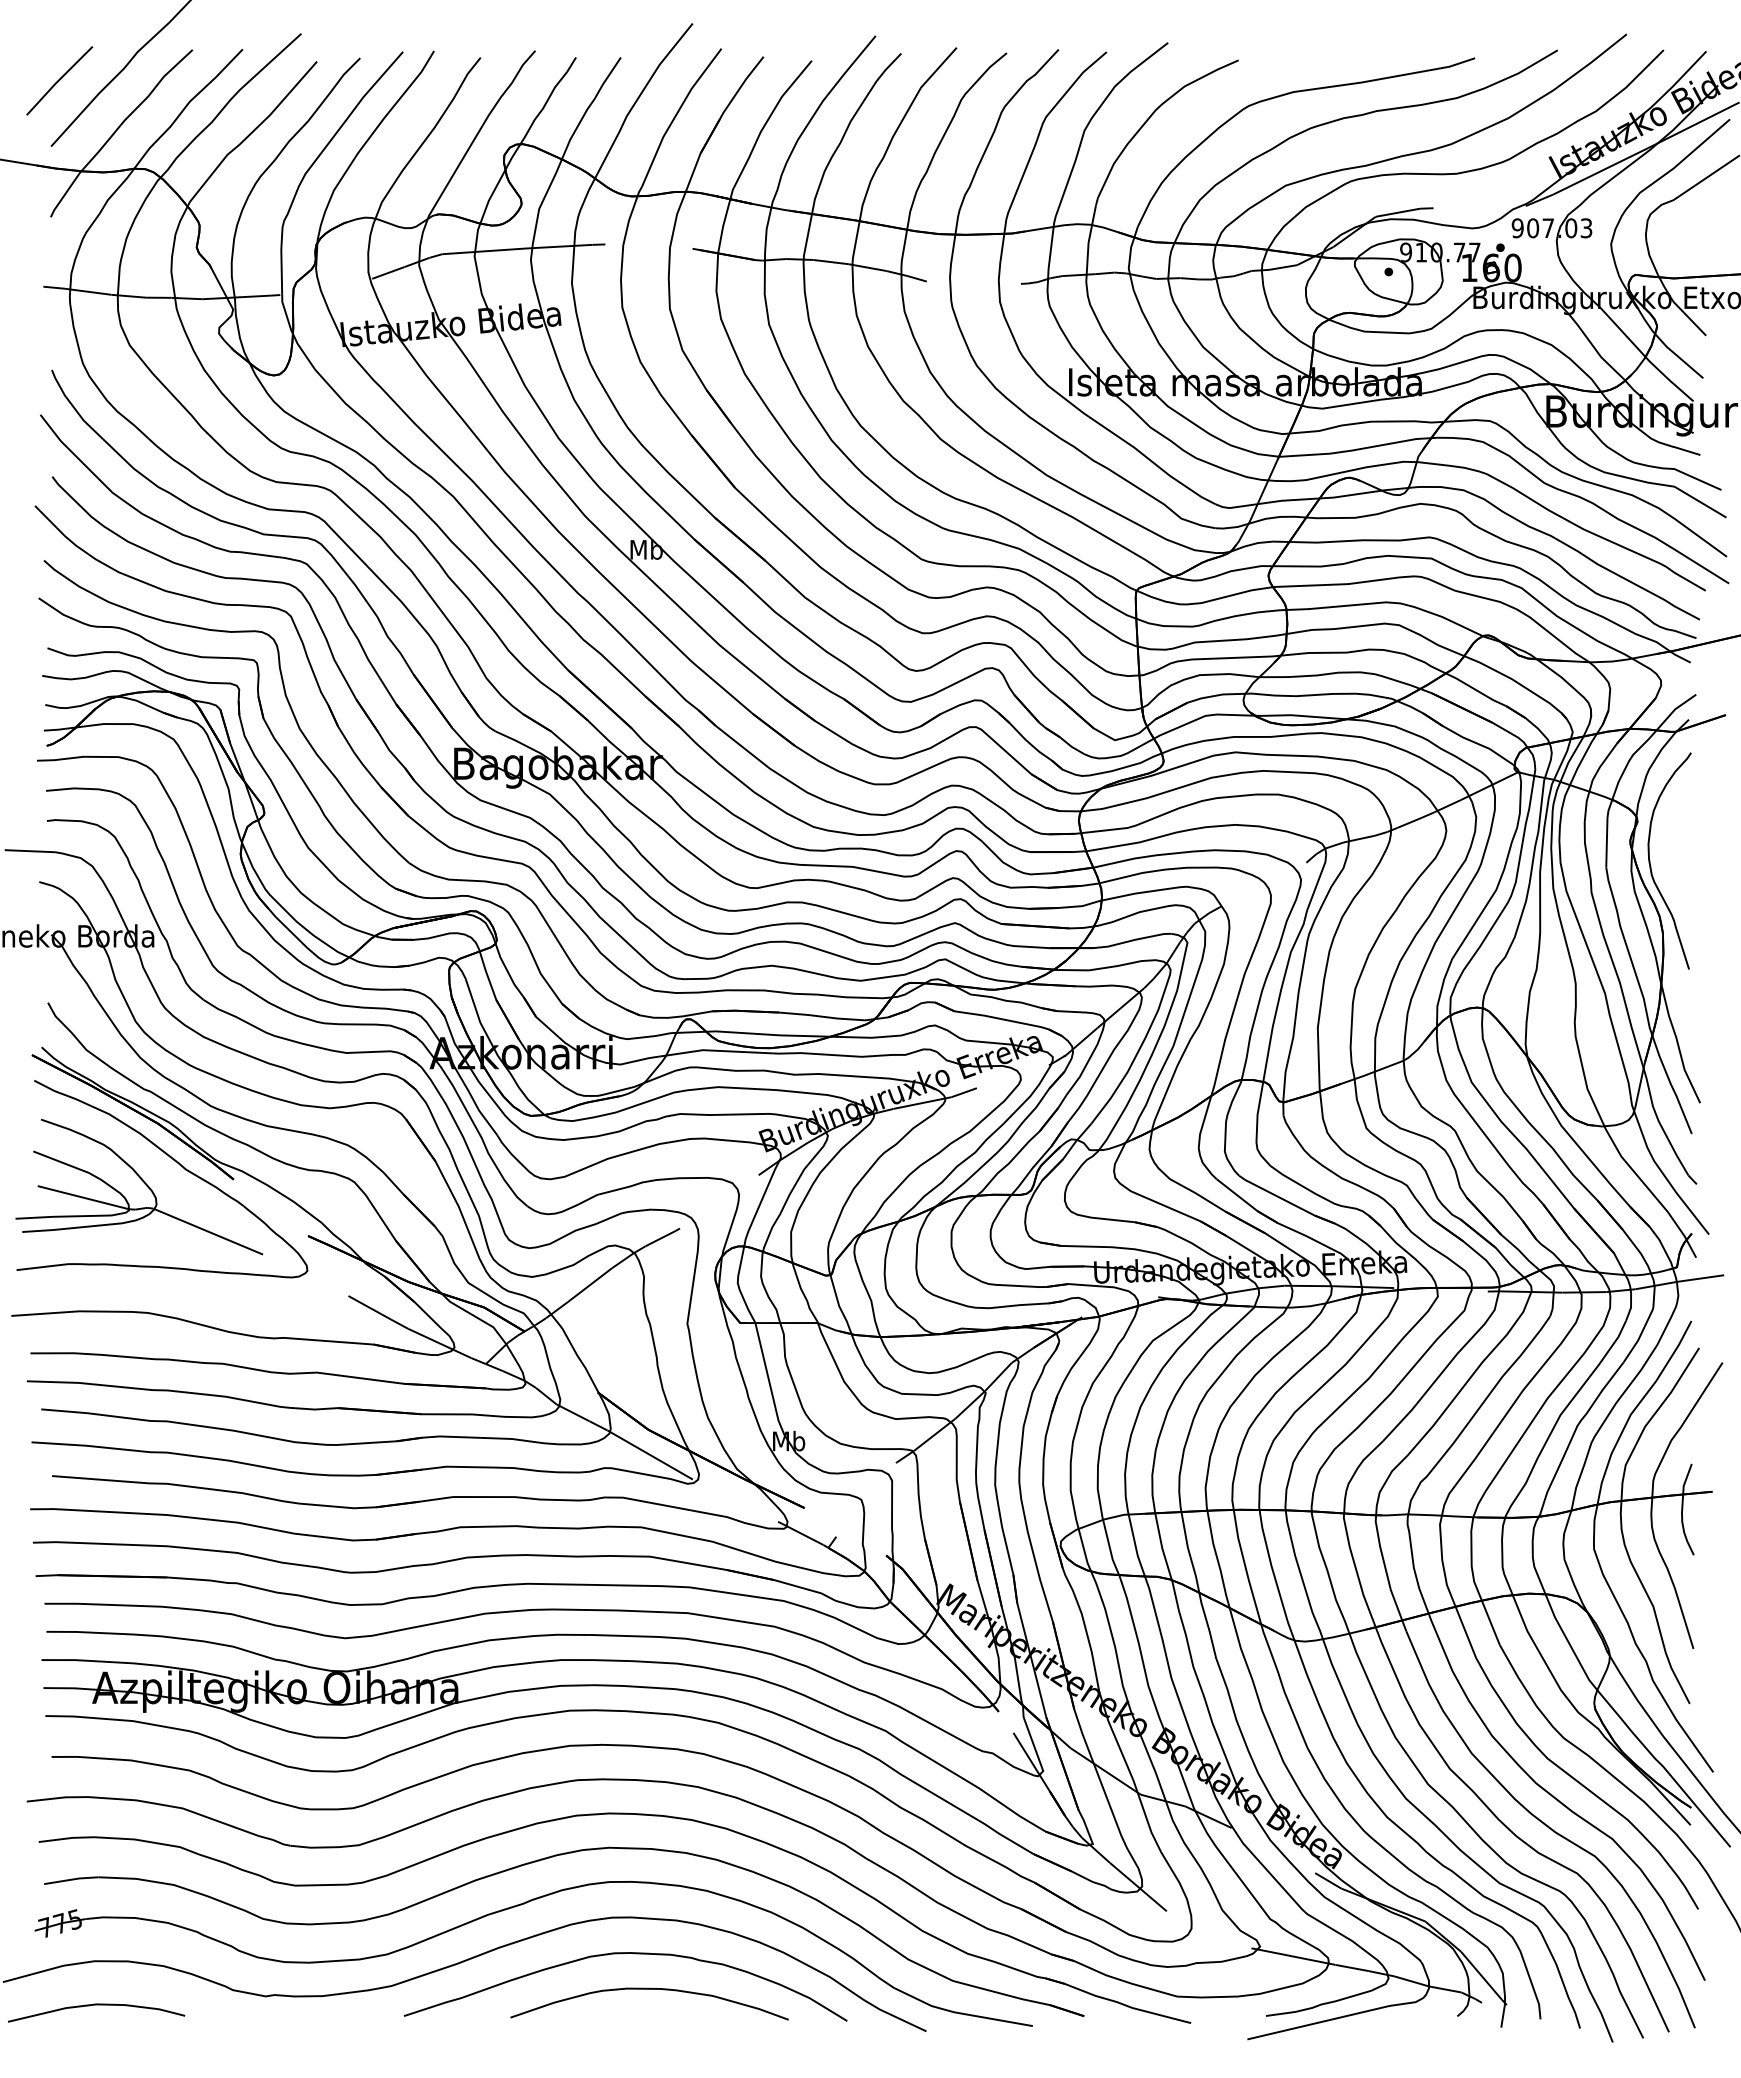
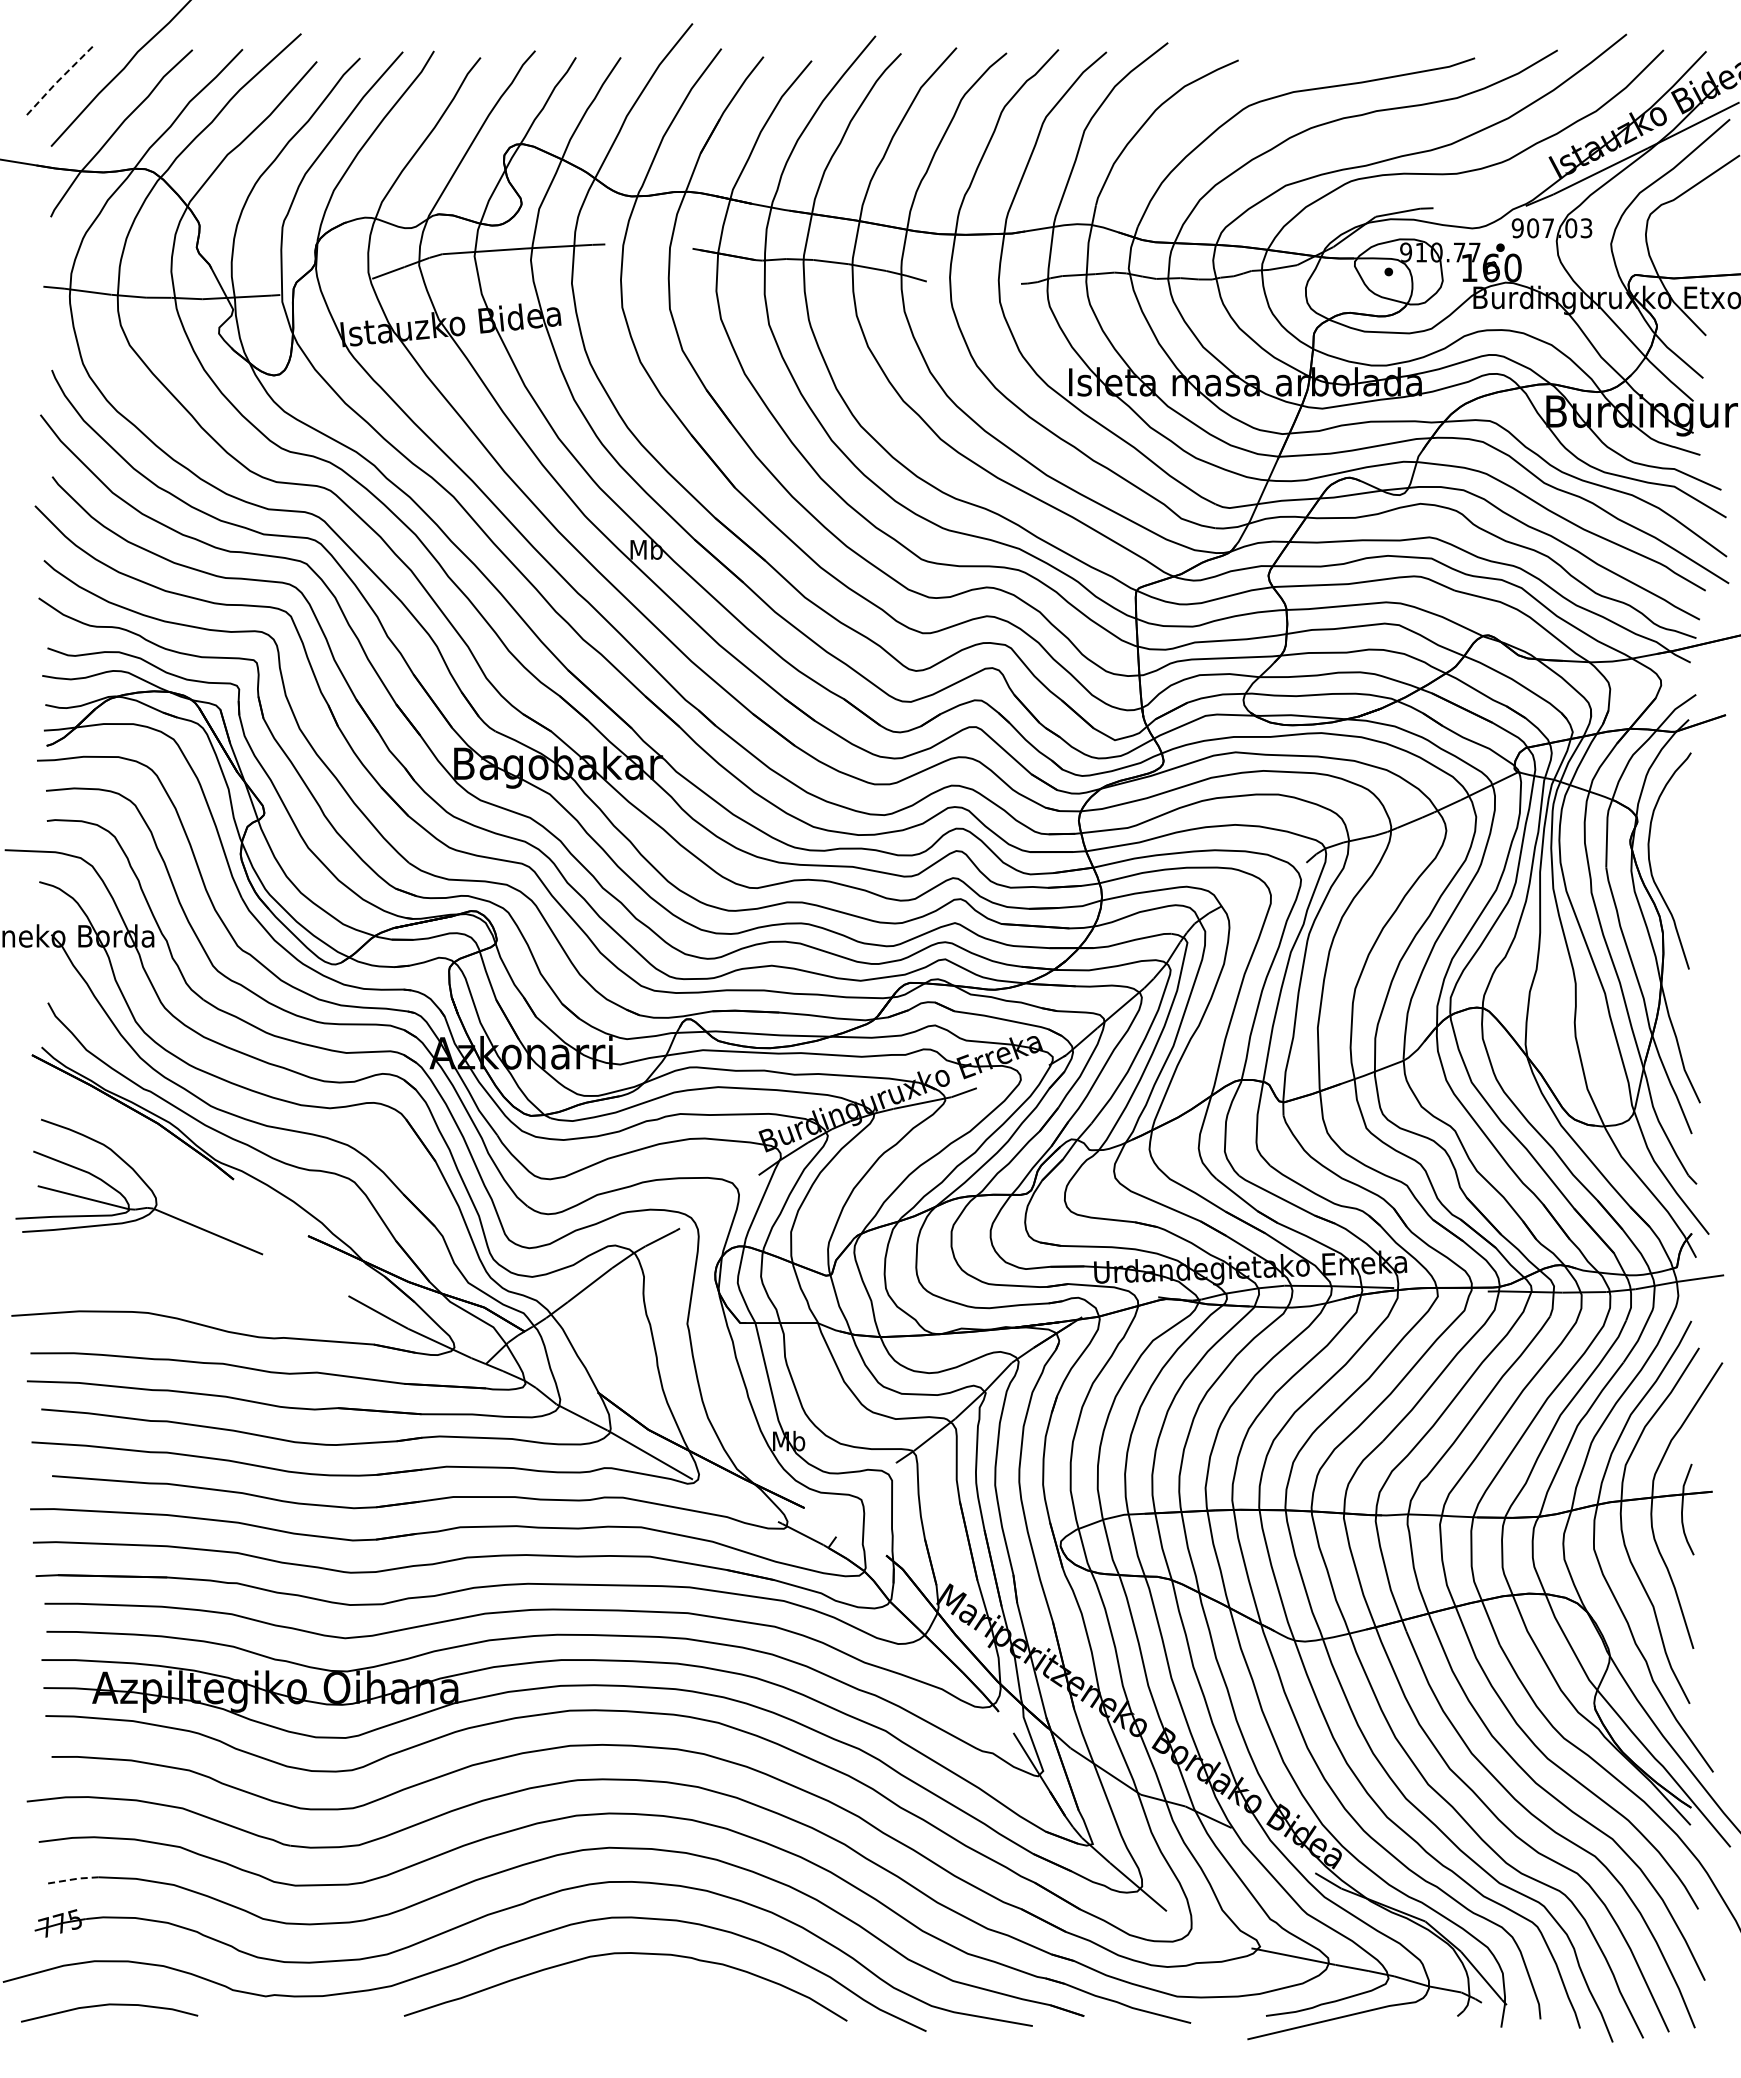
line at (58, 81): solid -> dashed
part at (174, 1161): present -> none
line at (71, 1879): solid -> dashed
curve at (649, 1989): present -> none
curve at (96, 2005) position: (96, 2005) -> (109, 2005)
